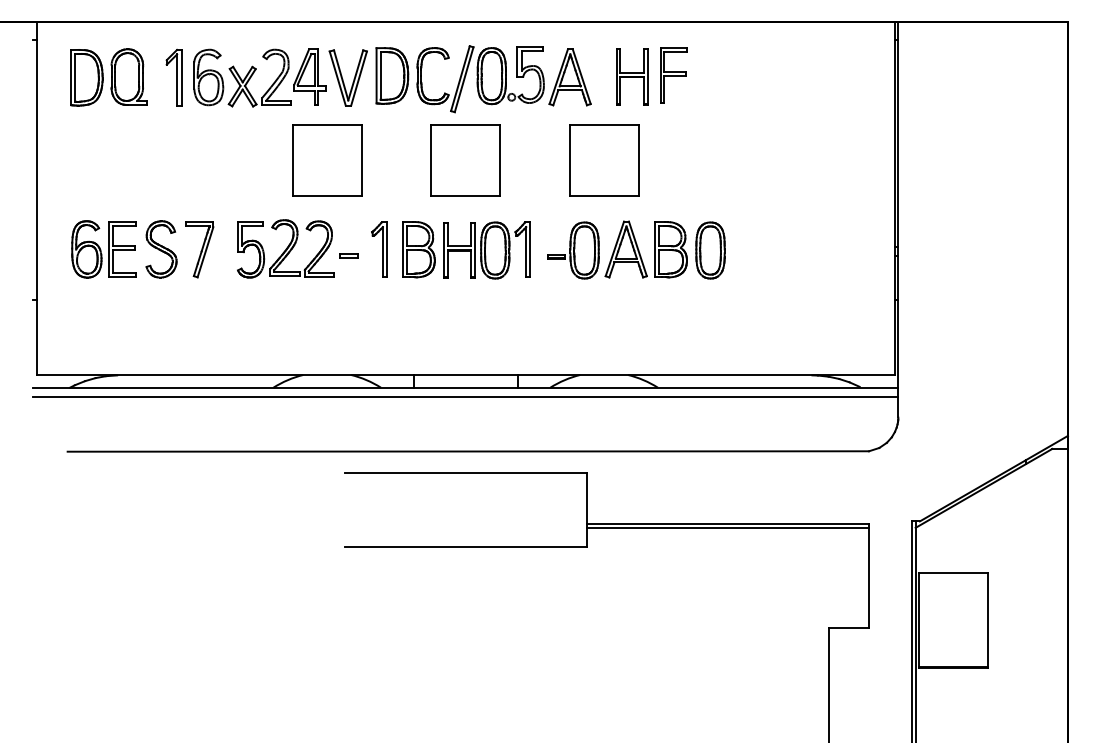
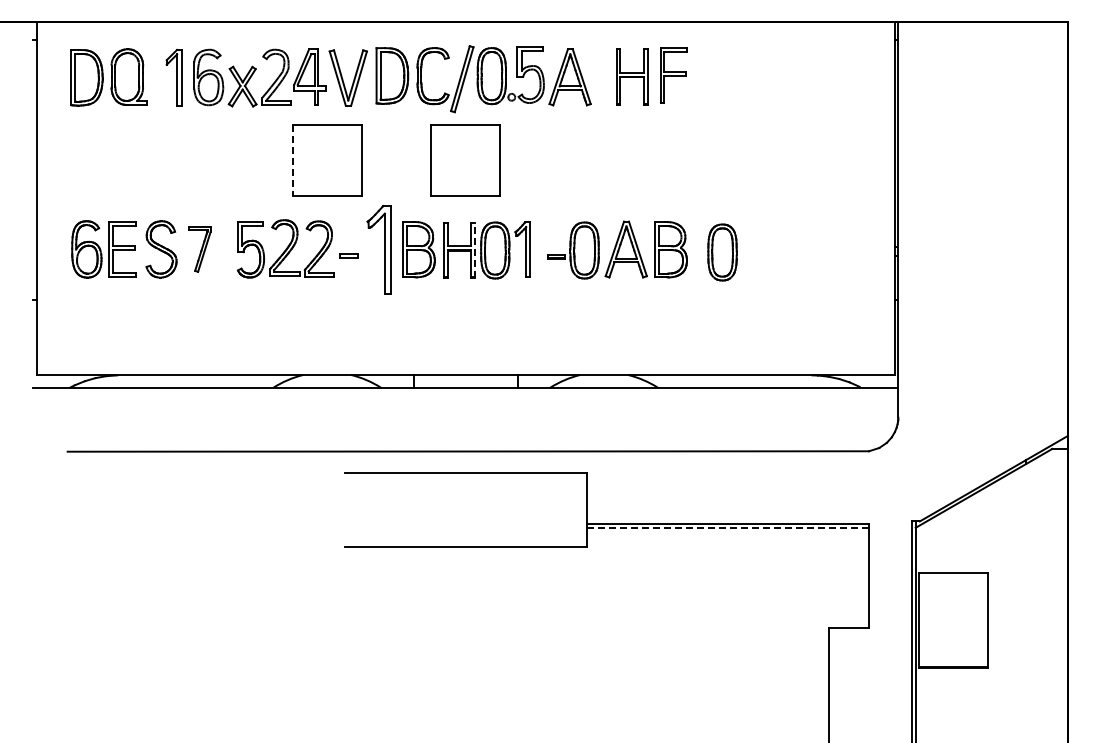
line at (292, 160): solid -> dashed
part at (604, 160): present -> none
part at (199, 249) size: 30x58 px -> 24x47 px
part at (379, 249) size: 17x57 px -> 26x90 px
line at (475, 250): solid -> dashed
part at (710, 250) position: (710, 250) -> (722, 252)
line at (465, 396): present -> none
line at (727, 528): solid -> dashed
